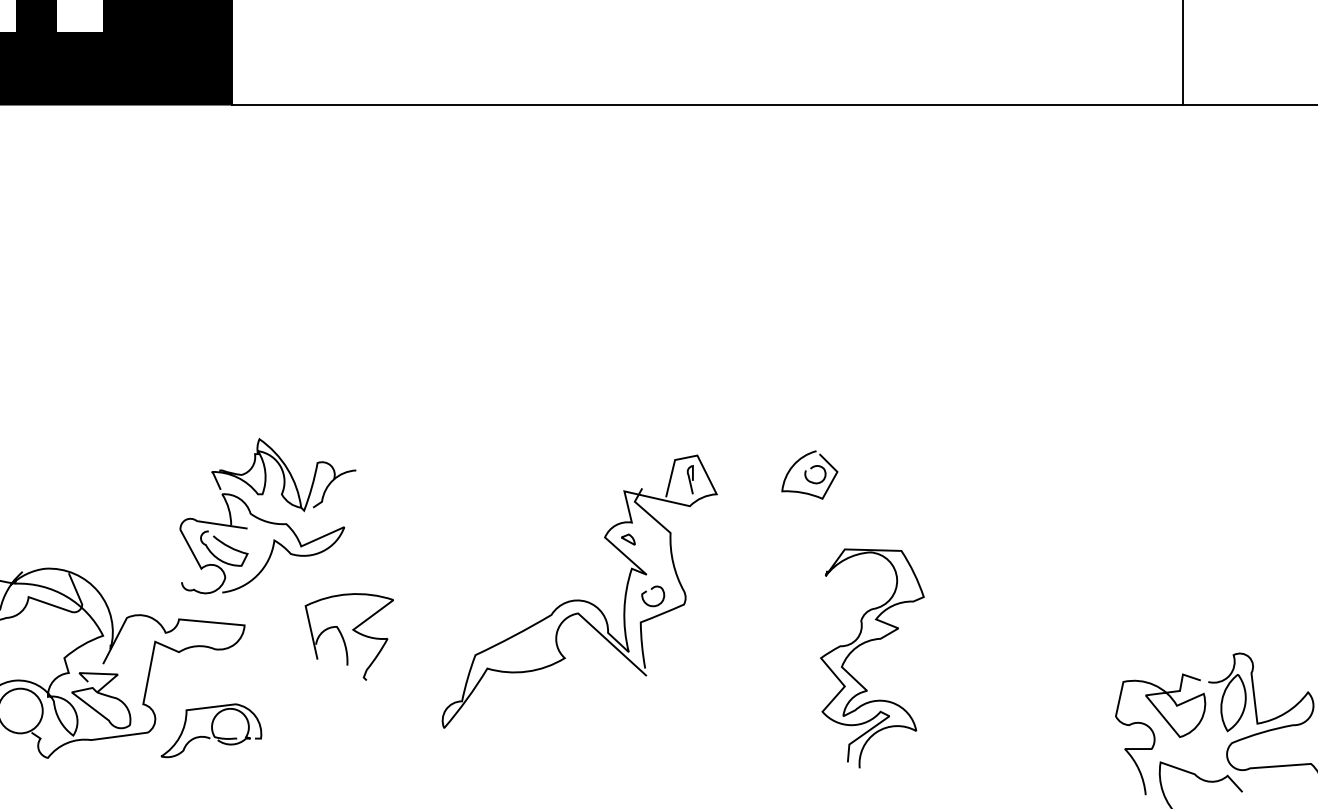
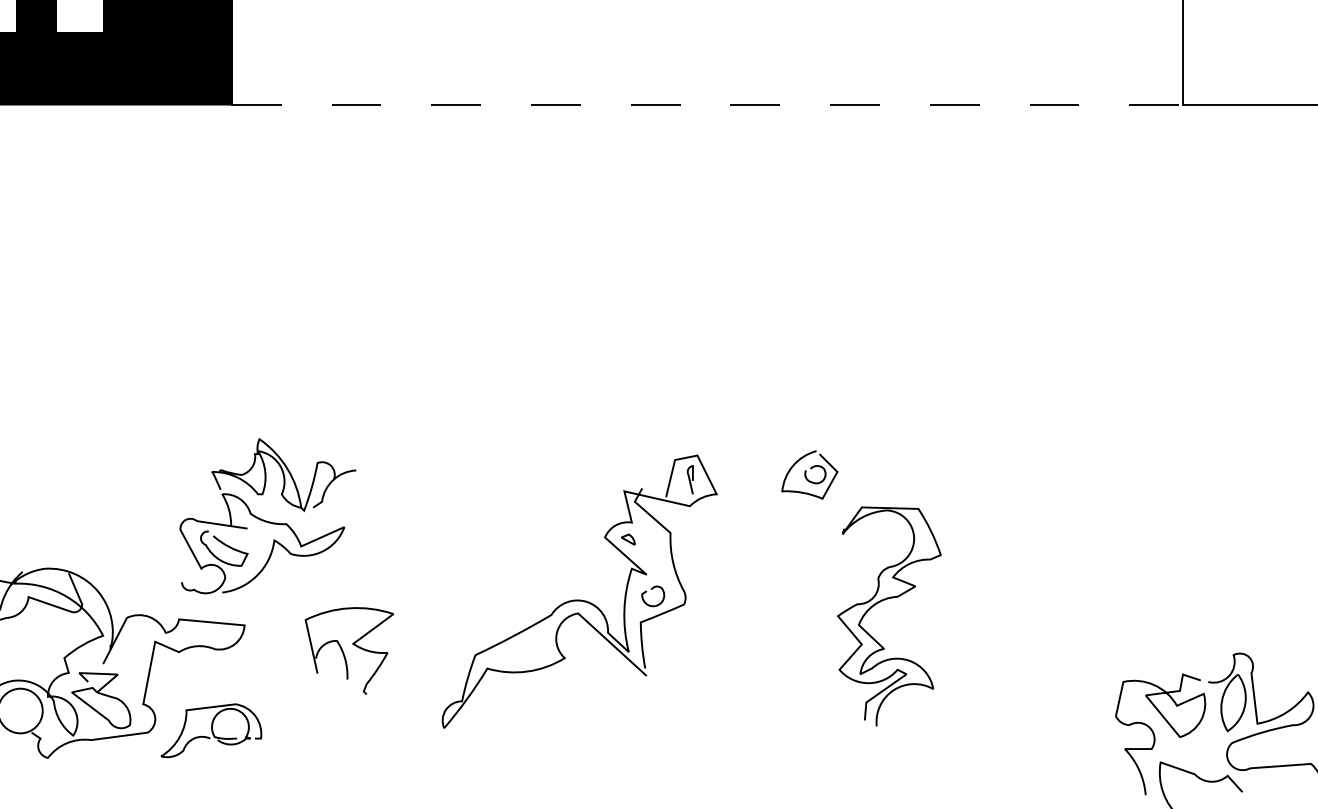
line at (707, 104): solid -> dashed
part at (348, 636) position: (348, 636) -> (348, 650)
part at (868, 642) position: (868, 642) -> (885, 600)
